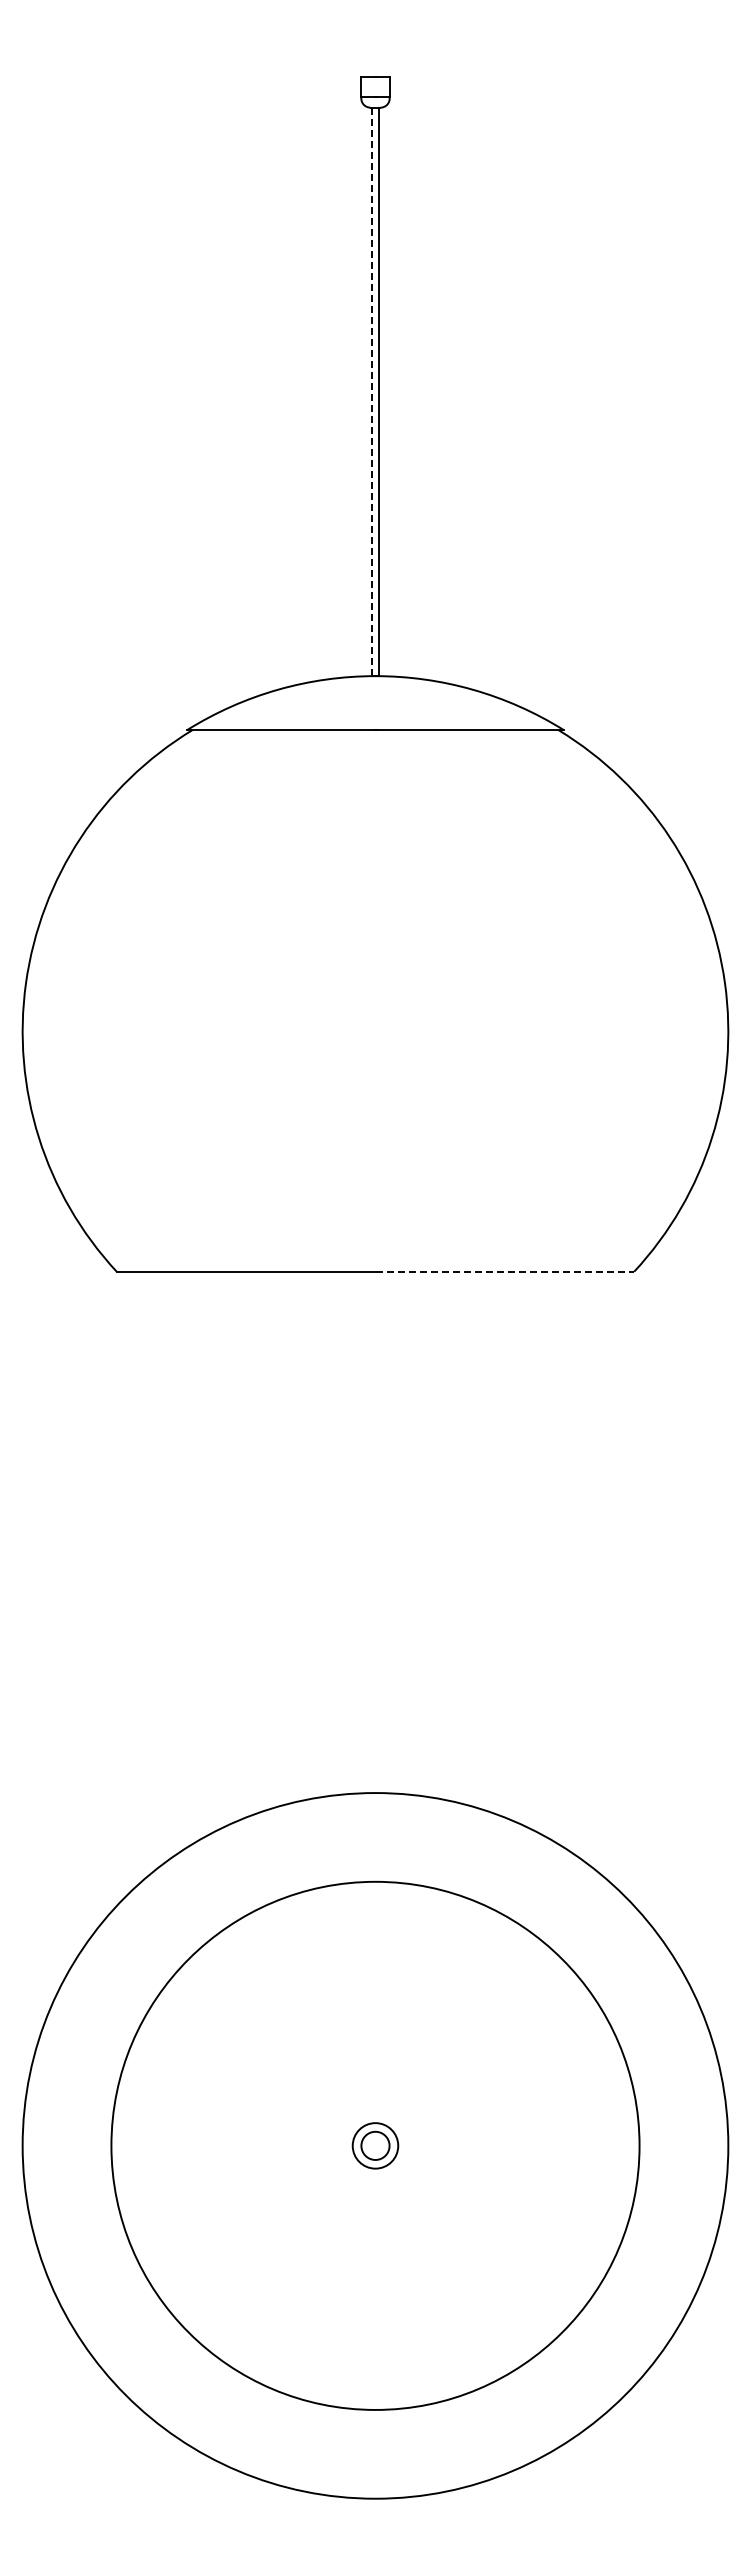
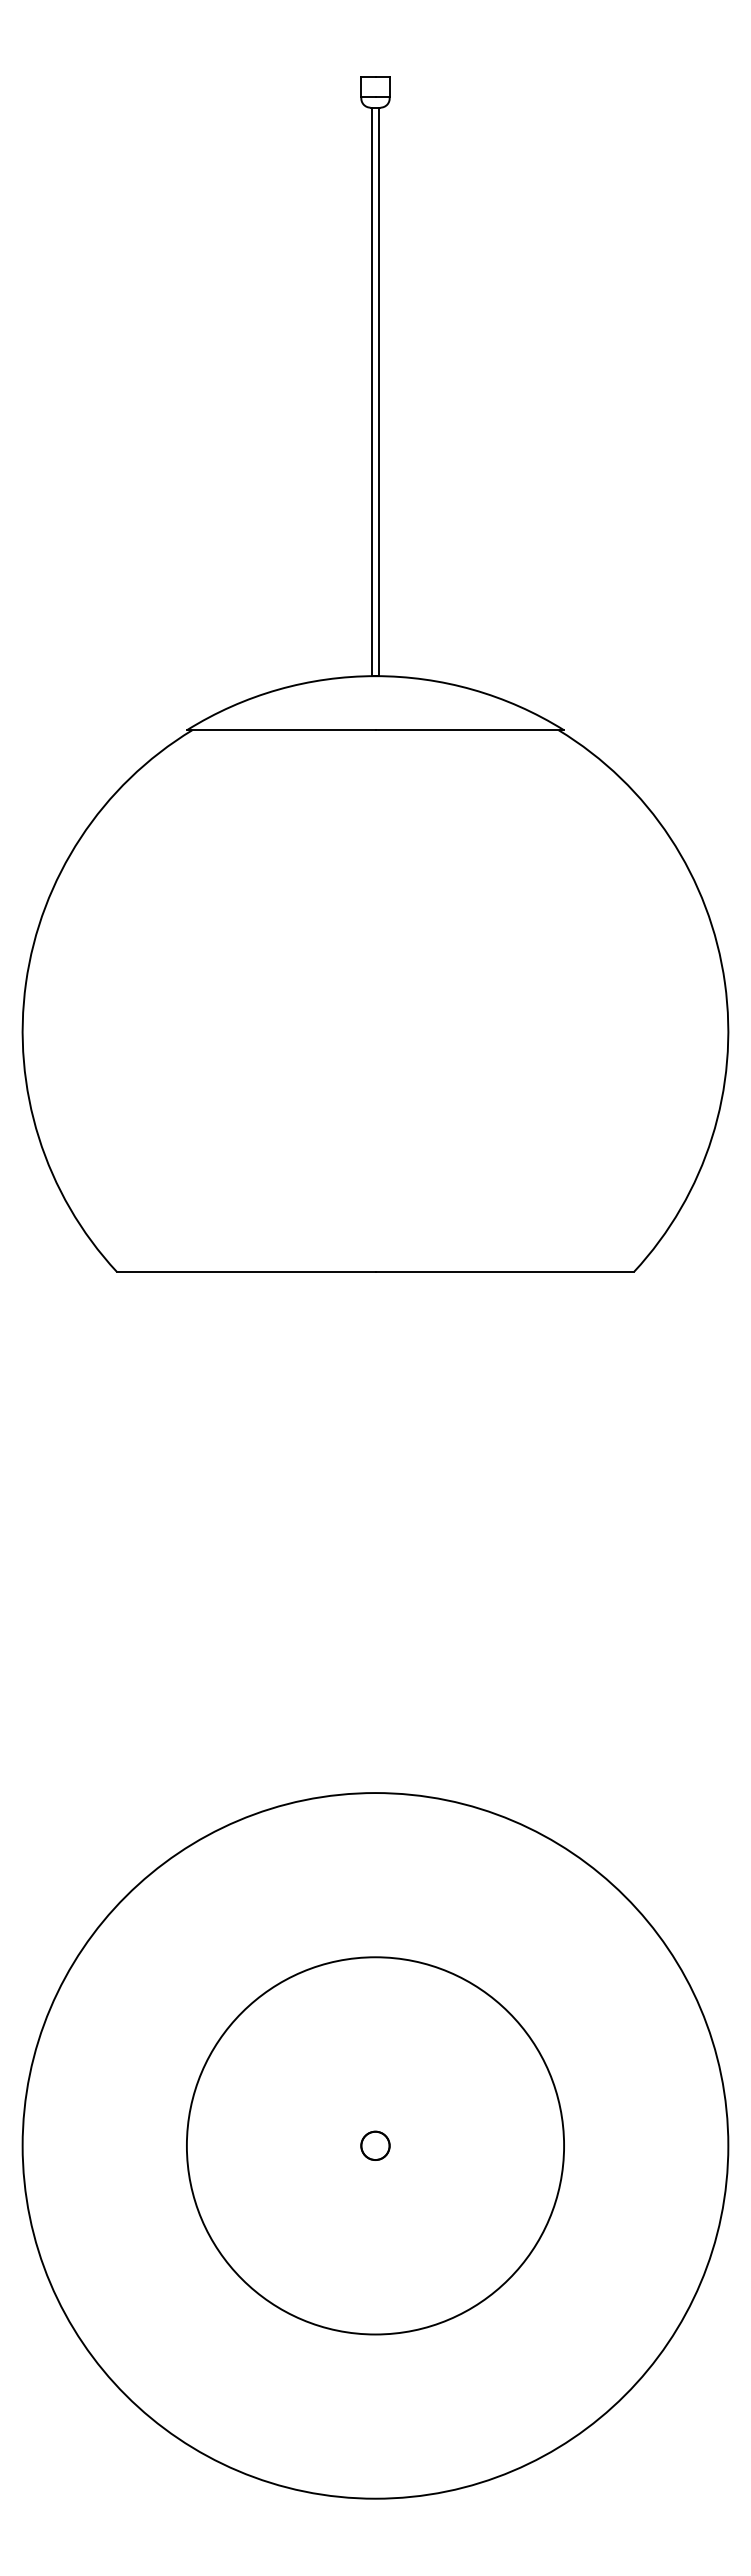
line at (372, 392): dashed -> solid
line at (505, 1271): dashed -> solid
circle at (375, 2145) diameter: 46 px -> 28 px
circle at (375, 2145) diameter: 528 px -> 377 px
